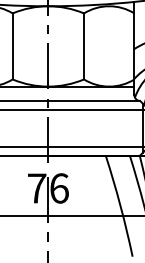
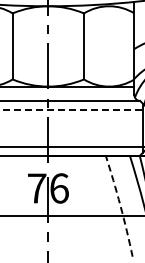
line at (72, 109): solid -> dashed
arc at (120, 205): solid -> dashed
